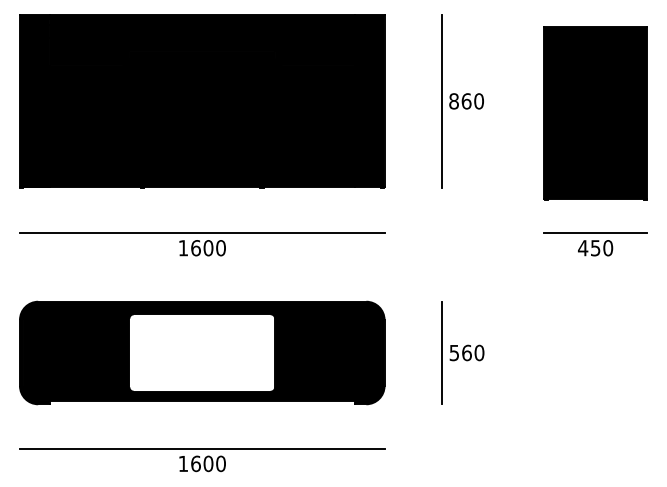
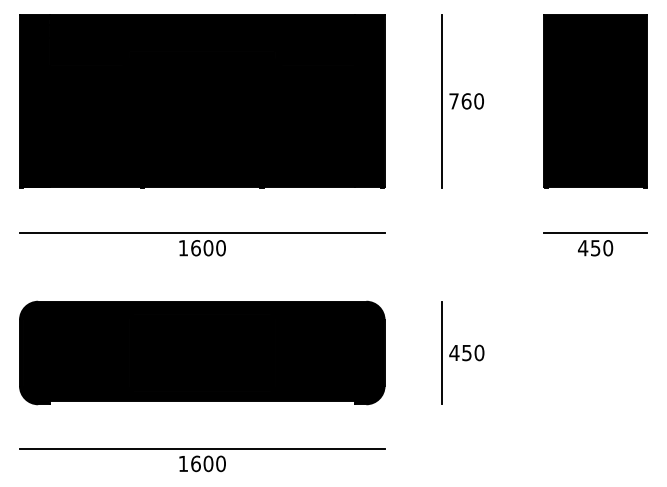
text at (453, 101): 860 -> 760
part at (595, 113) position: (595, 113) -> (595, 101)
fill at (202, 352): none -> present
text at (460, 352): 560 -> 450
